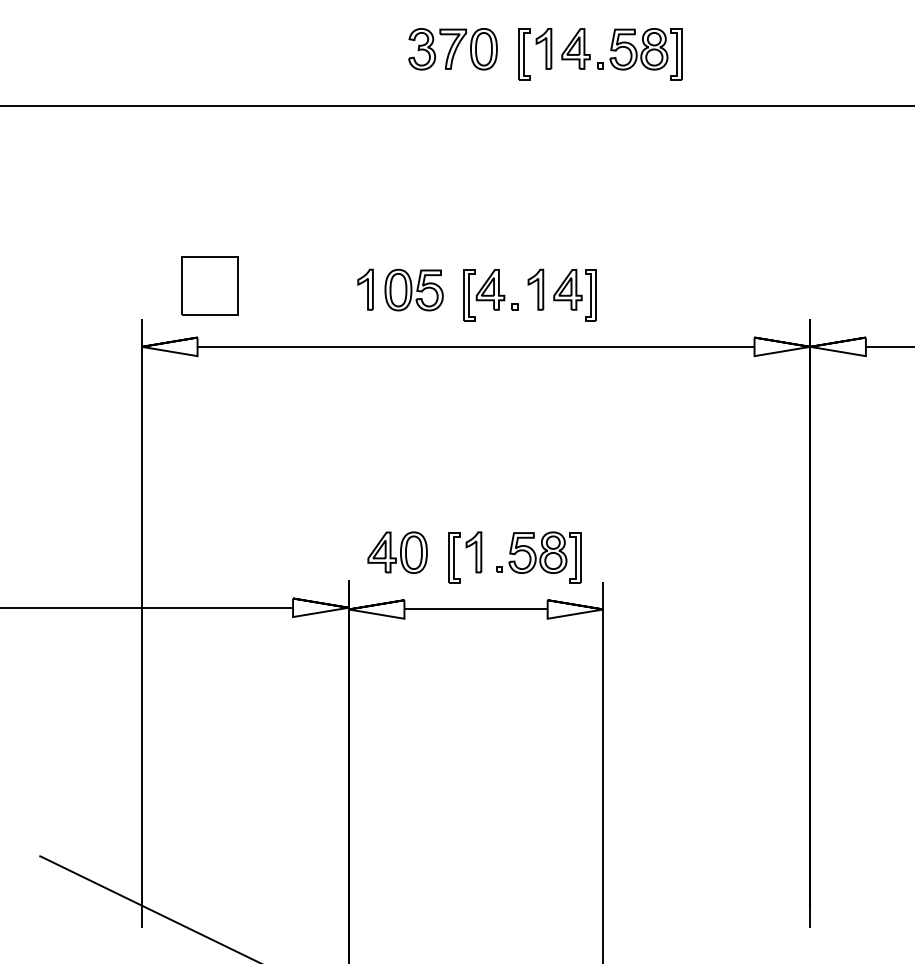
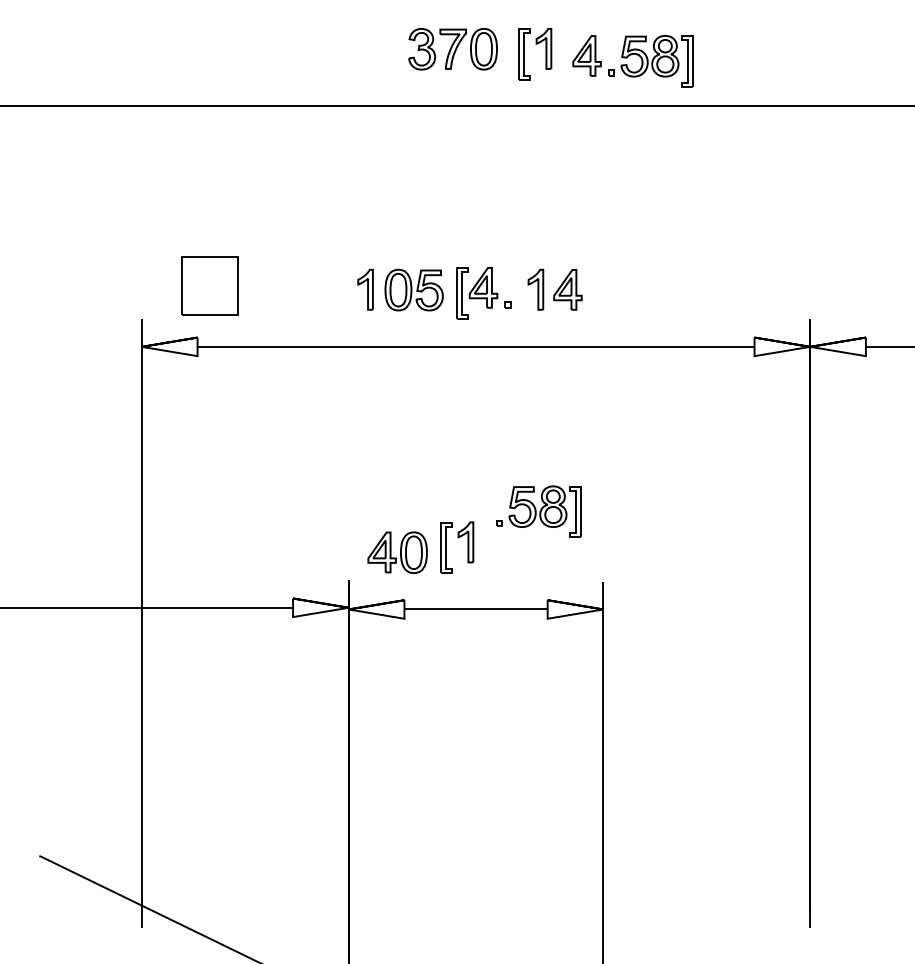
part at (621, 54) position: (621, 54) -> (632, 61)
part at (490, 295) position: (490, 295) -> (483, 293)
part at (590, 295): present -> none
part at (465, 548) position: (465, 548) -> (457, 538)
part at (538, 557) position: (538, 557) -> (538, 511)
